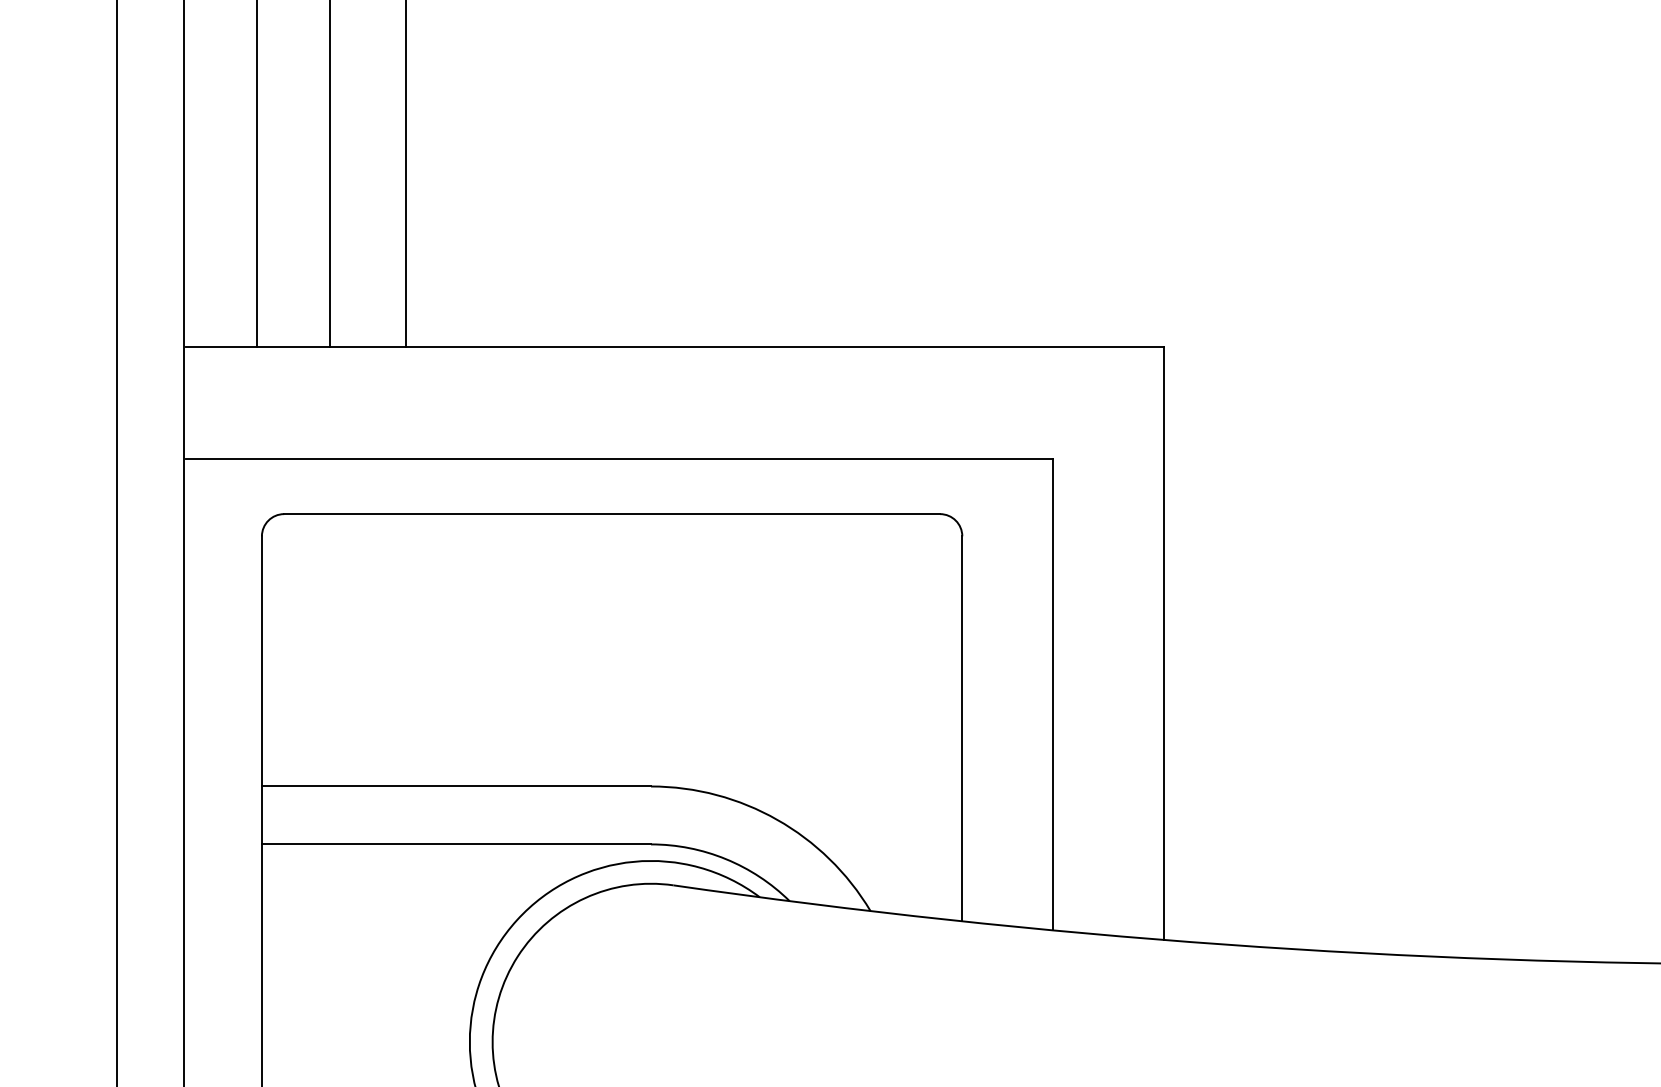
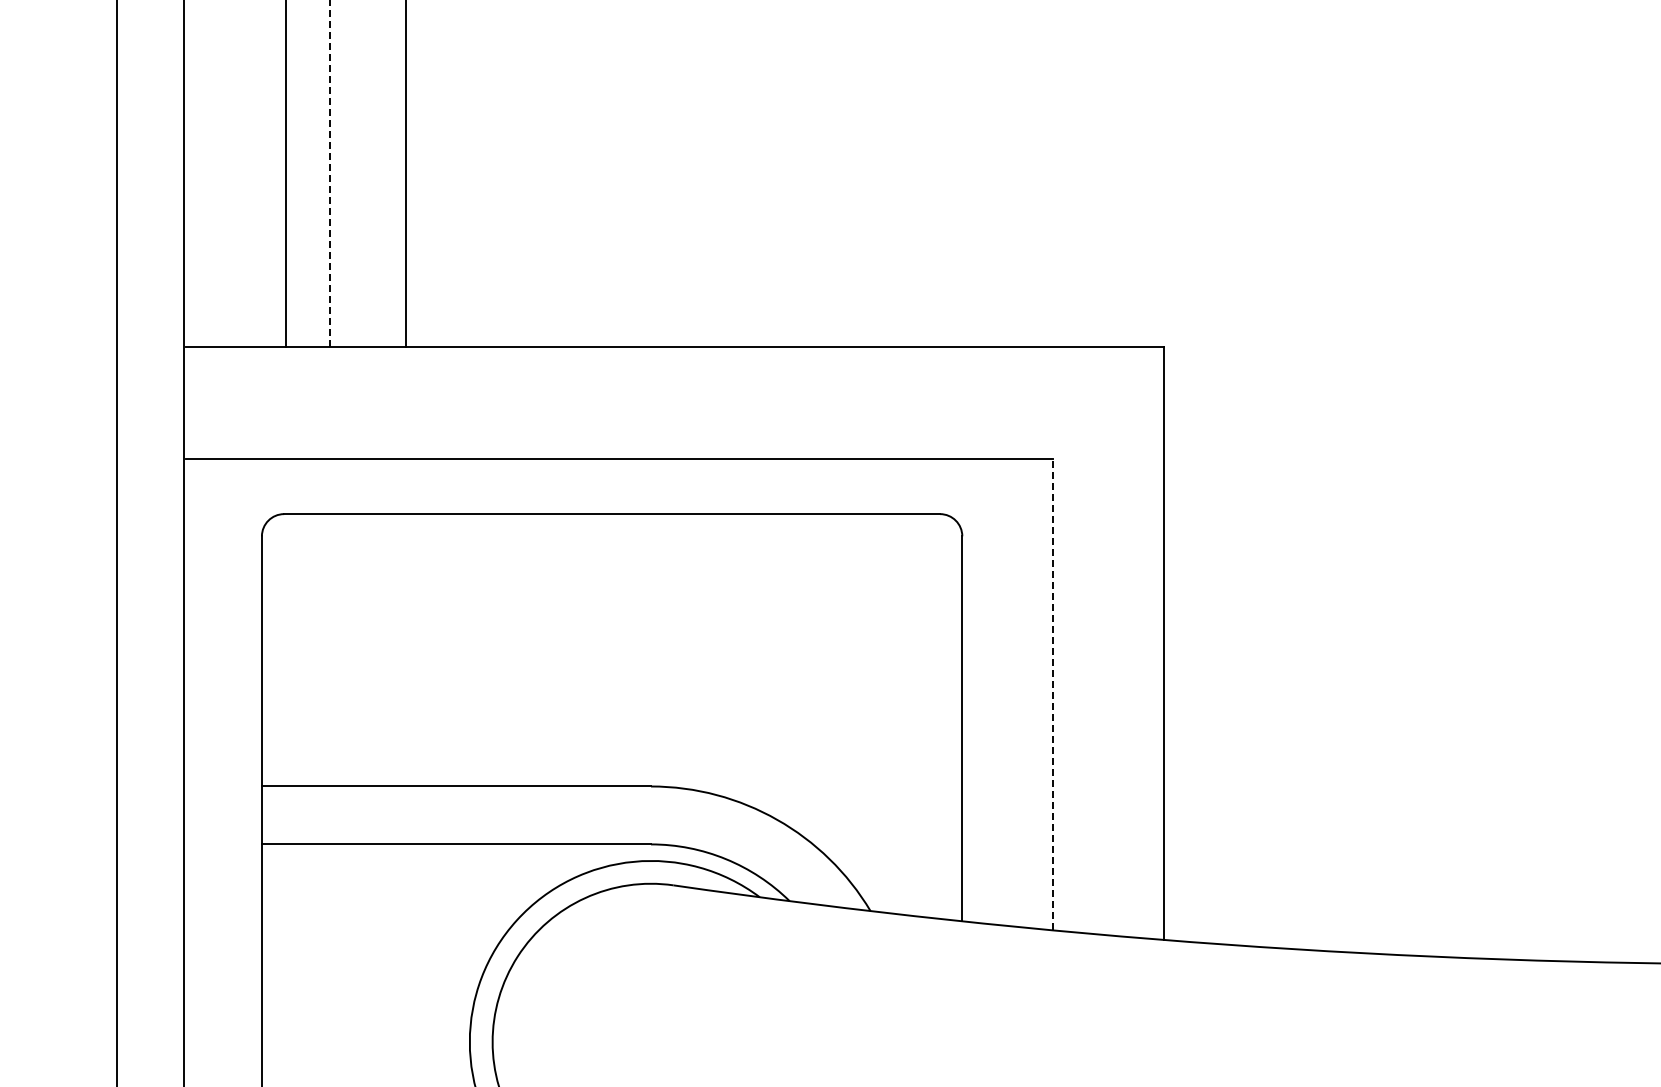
line at (329, 173): solid -> dashed
line at (256, 174) position: (256, 174) -> (285, 174)
line at (1053, 694): solid -> dashed
